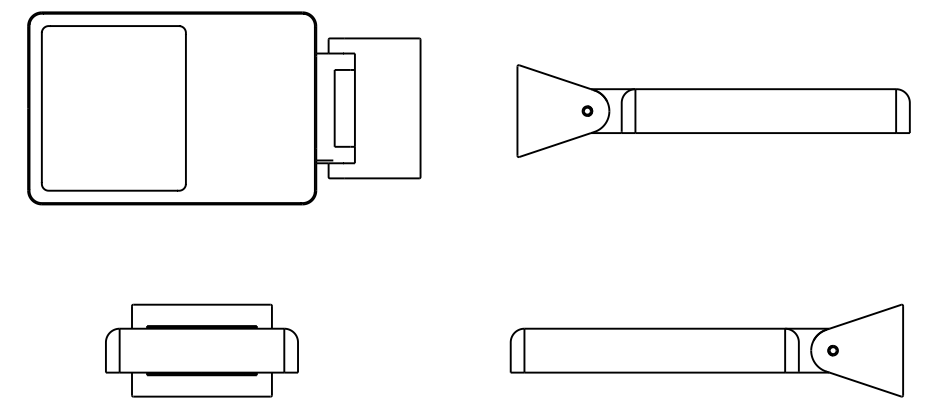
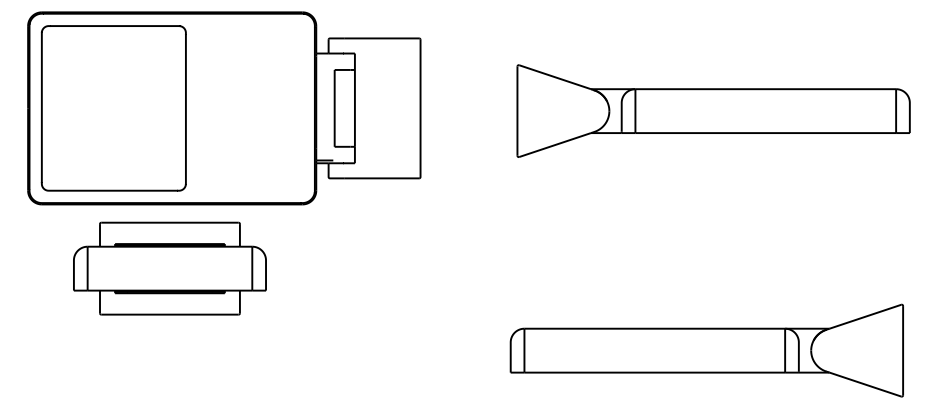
part at (587, 110): present -> none
part at (201, 350) position: (201, 350) -> (169, 268)
part at (832, 350): present -> none
